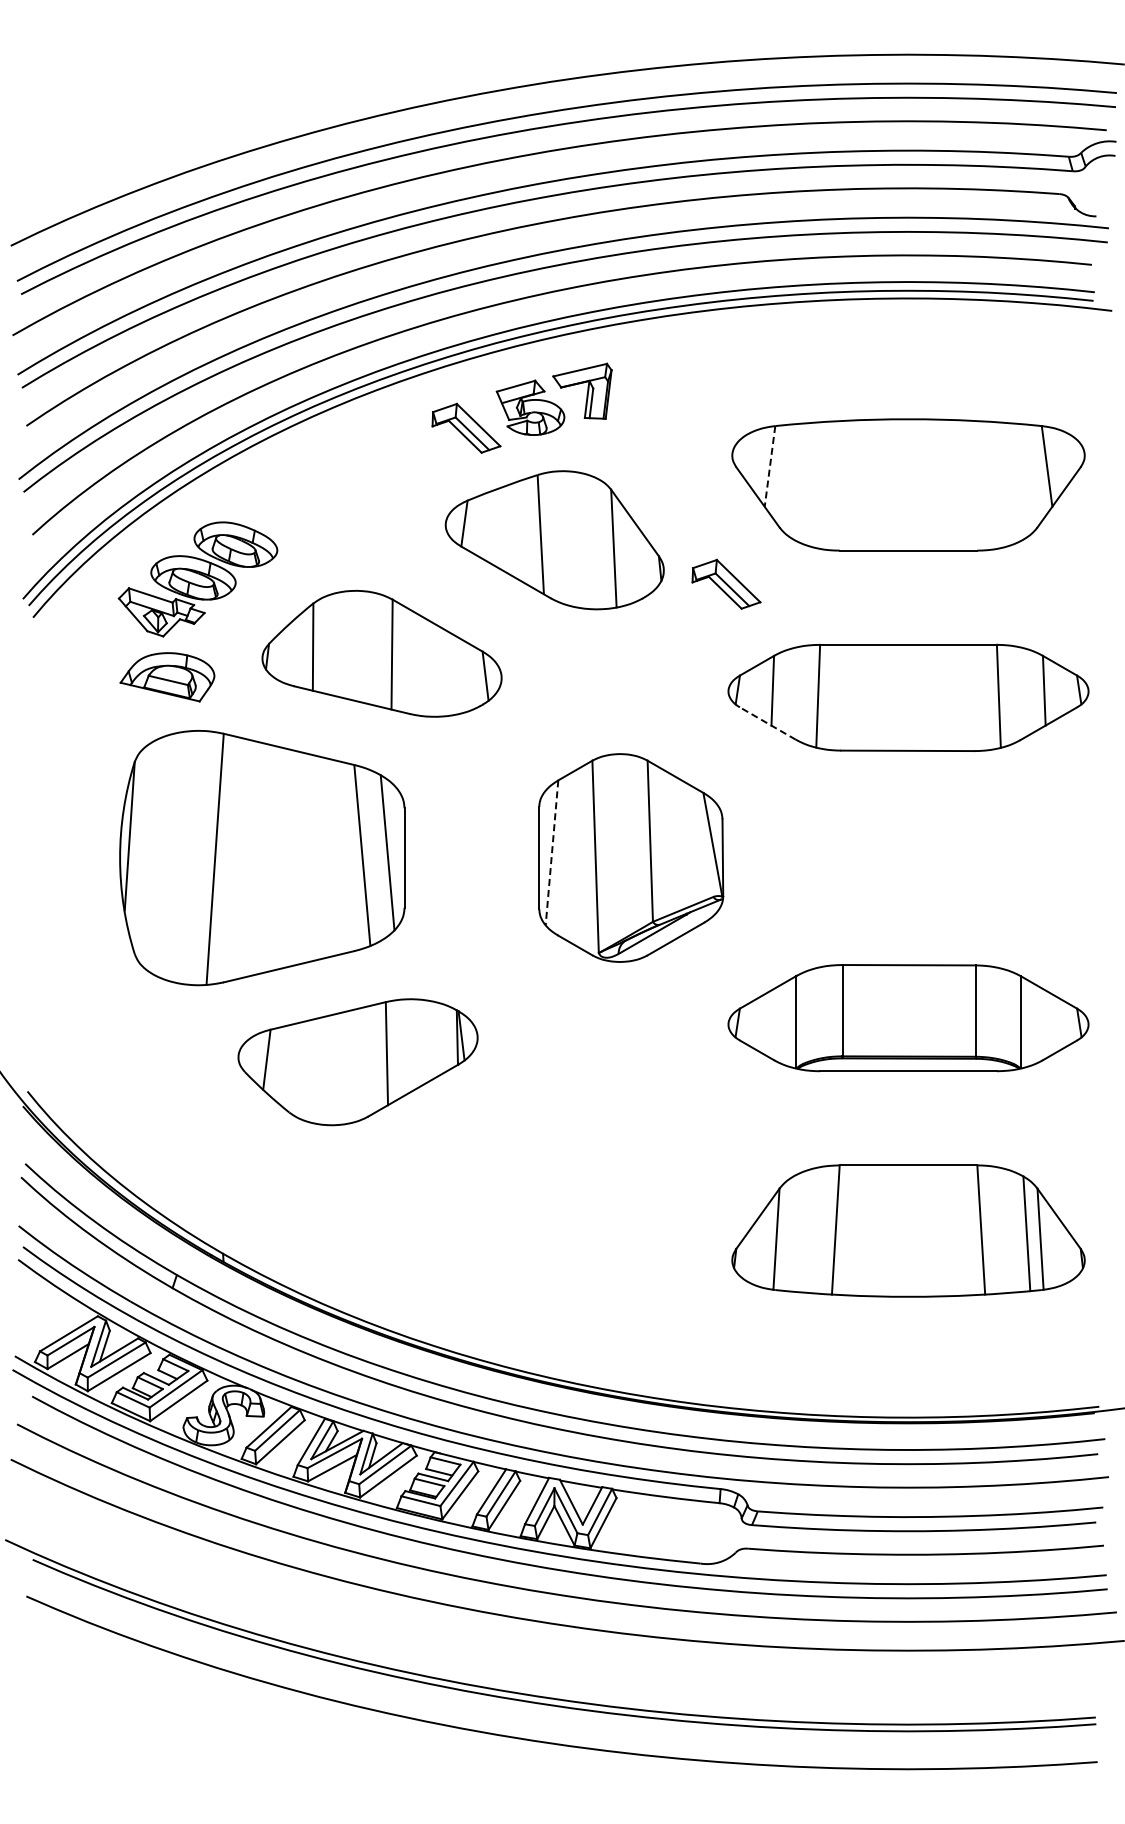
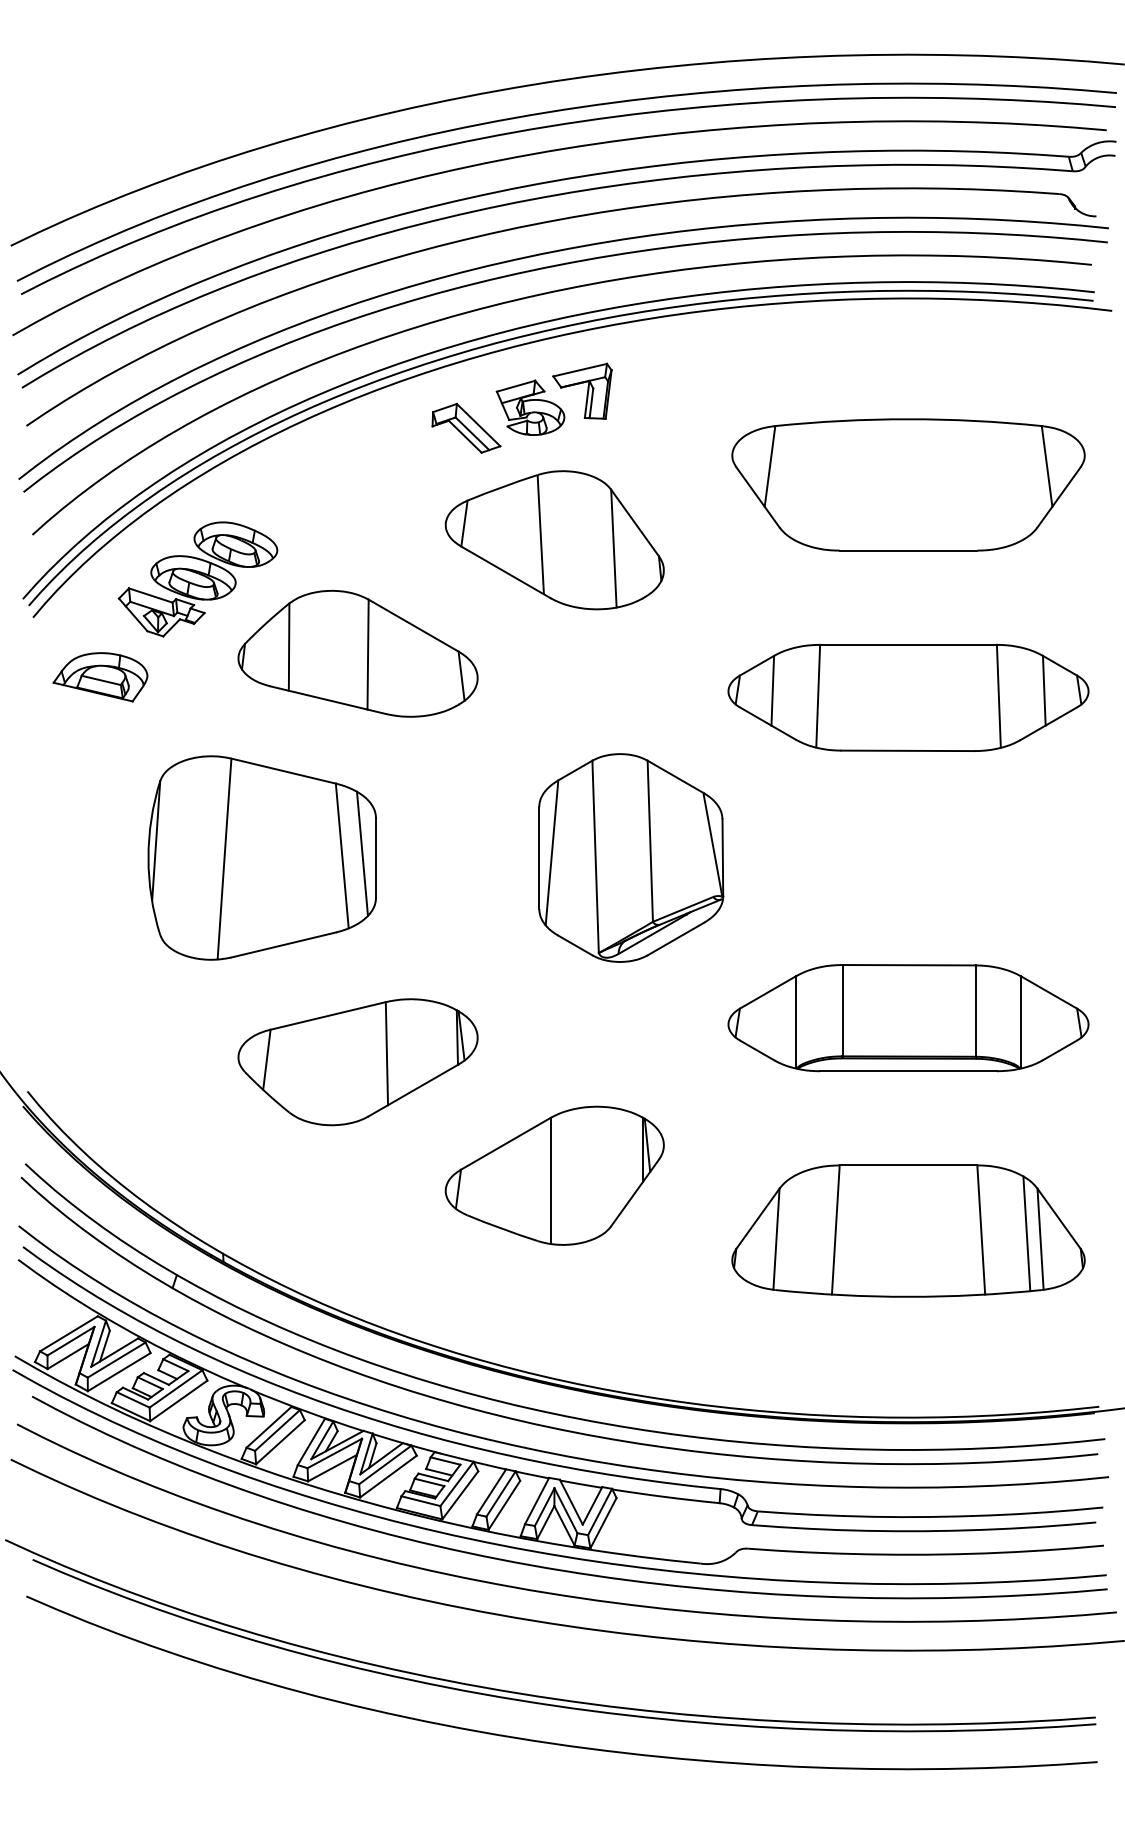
line at (770, 466): dashed -> solid
part at (726, 583): present -> none
part at (381, 653) position: (381, 653) -> (357, 653)
part at (167, 677) position: (167, 677) -> (100, 677)
line at (767, 723): dashed -> solid
line at (552, 852): dashed -> solid
part at (262, 858) size: 287x257 px -> 230x206 px
part at (554, 1175): none -> present
